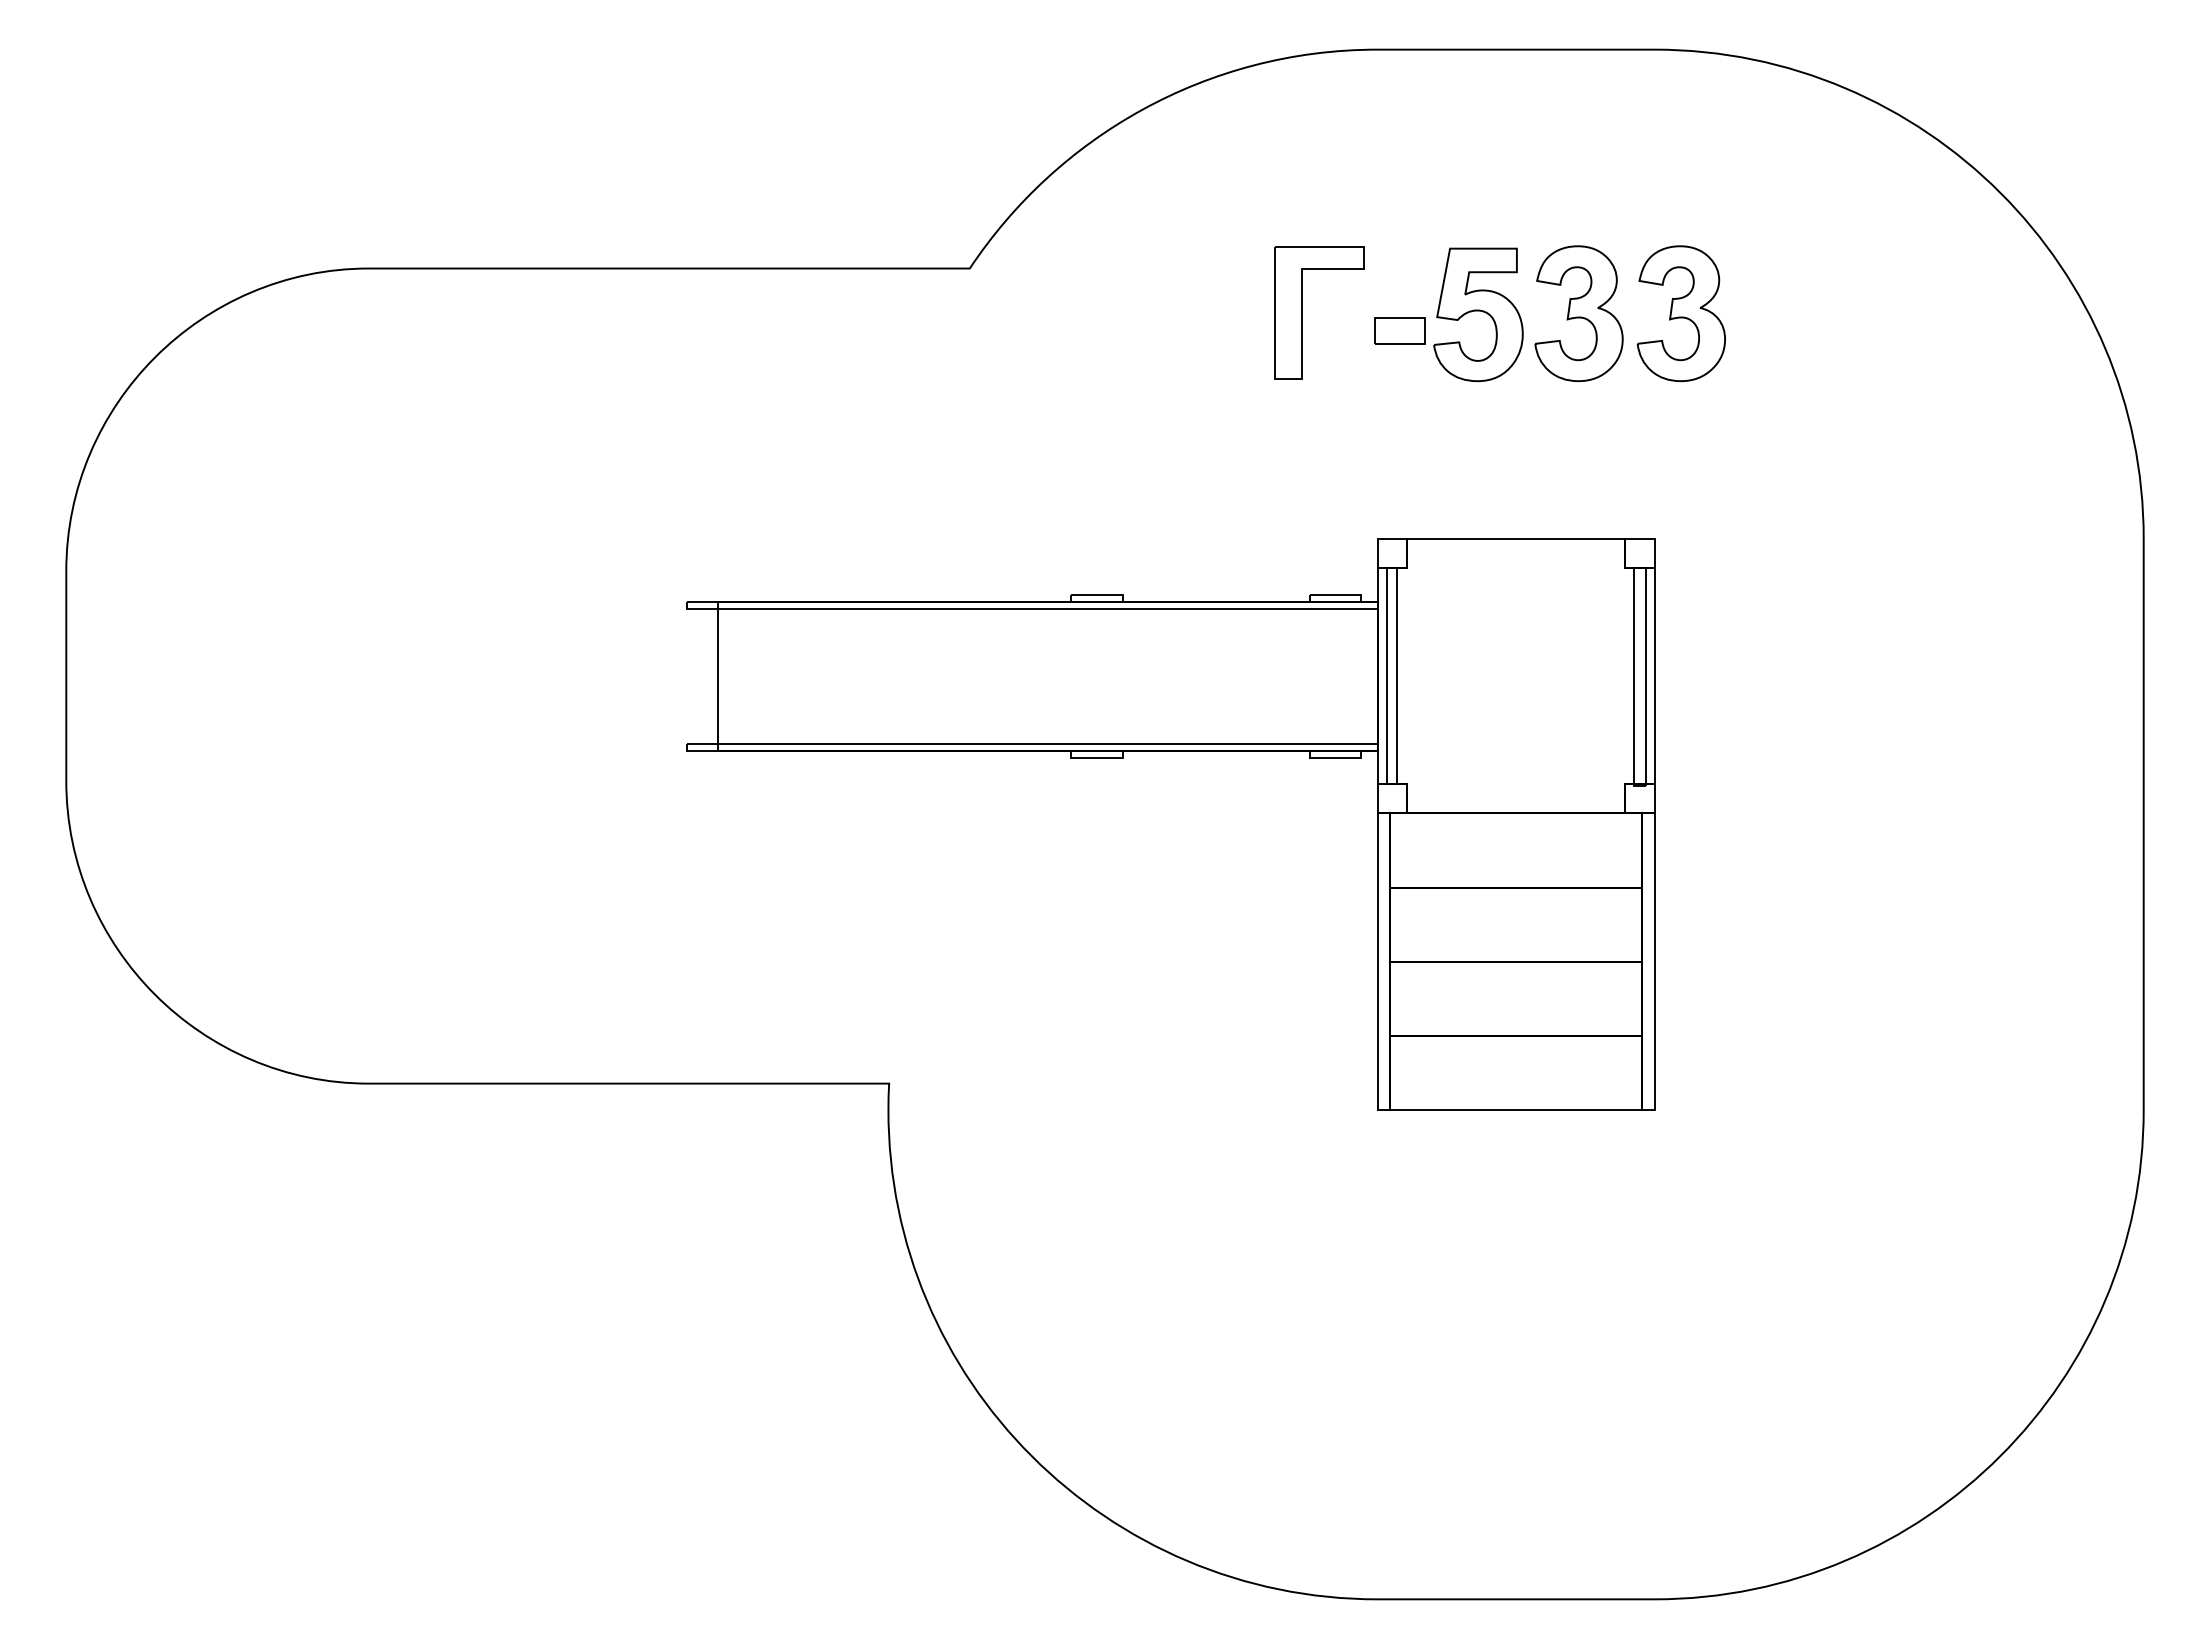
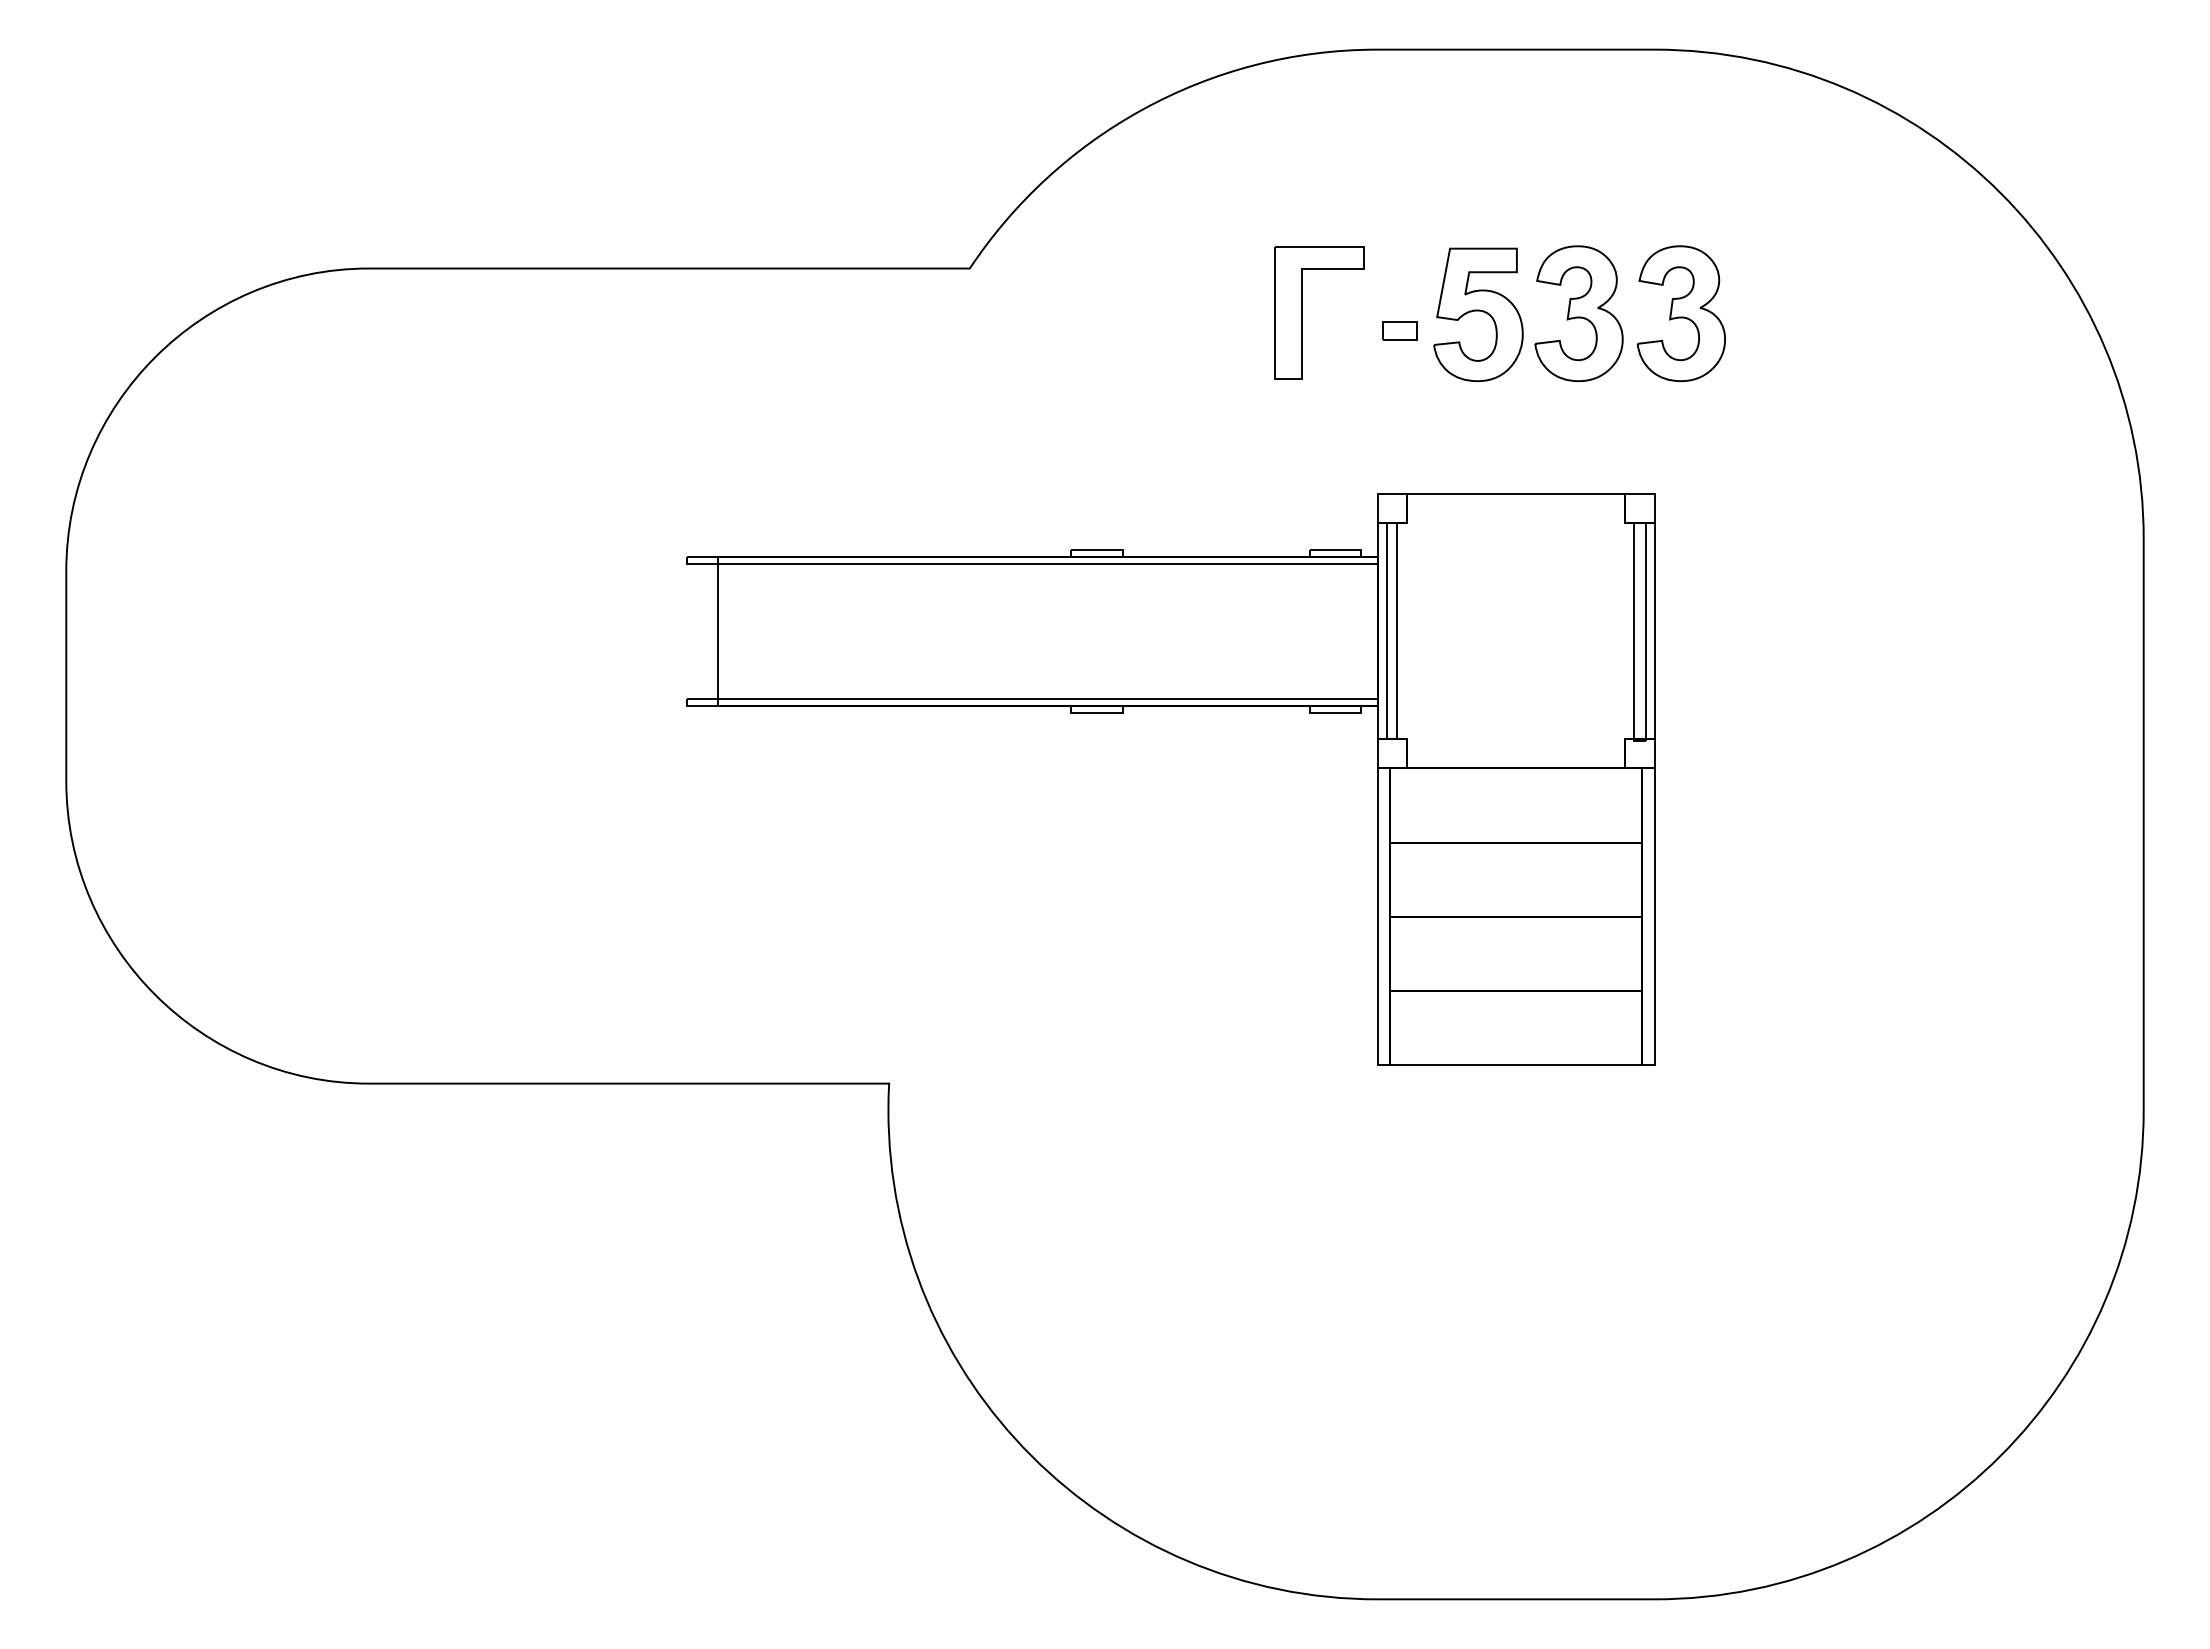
part at (1399, 330) size: 52x28 px -> 36x20 px
part at (1170, 751) position: (1170, 751) -> (1170, 706)
